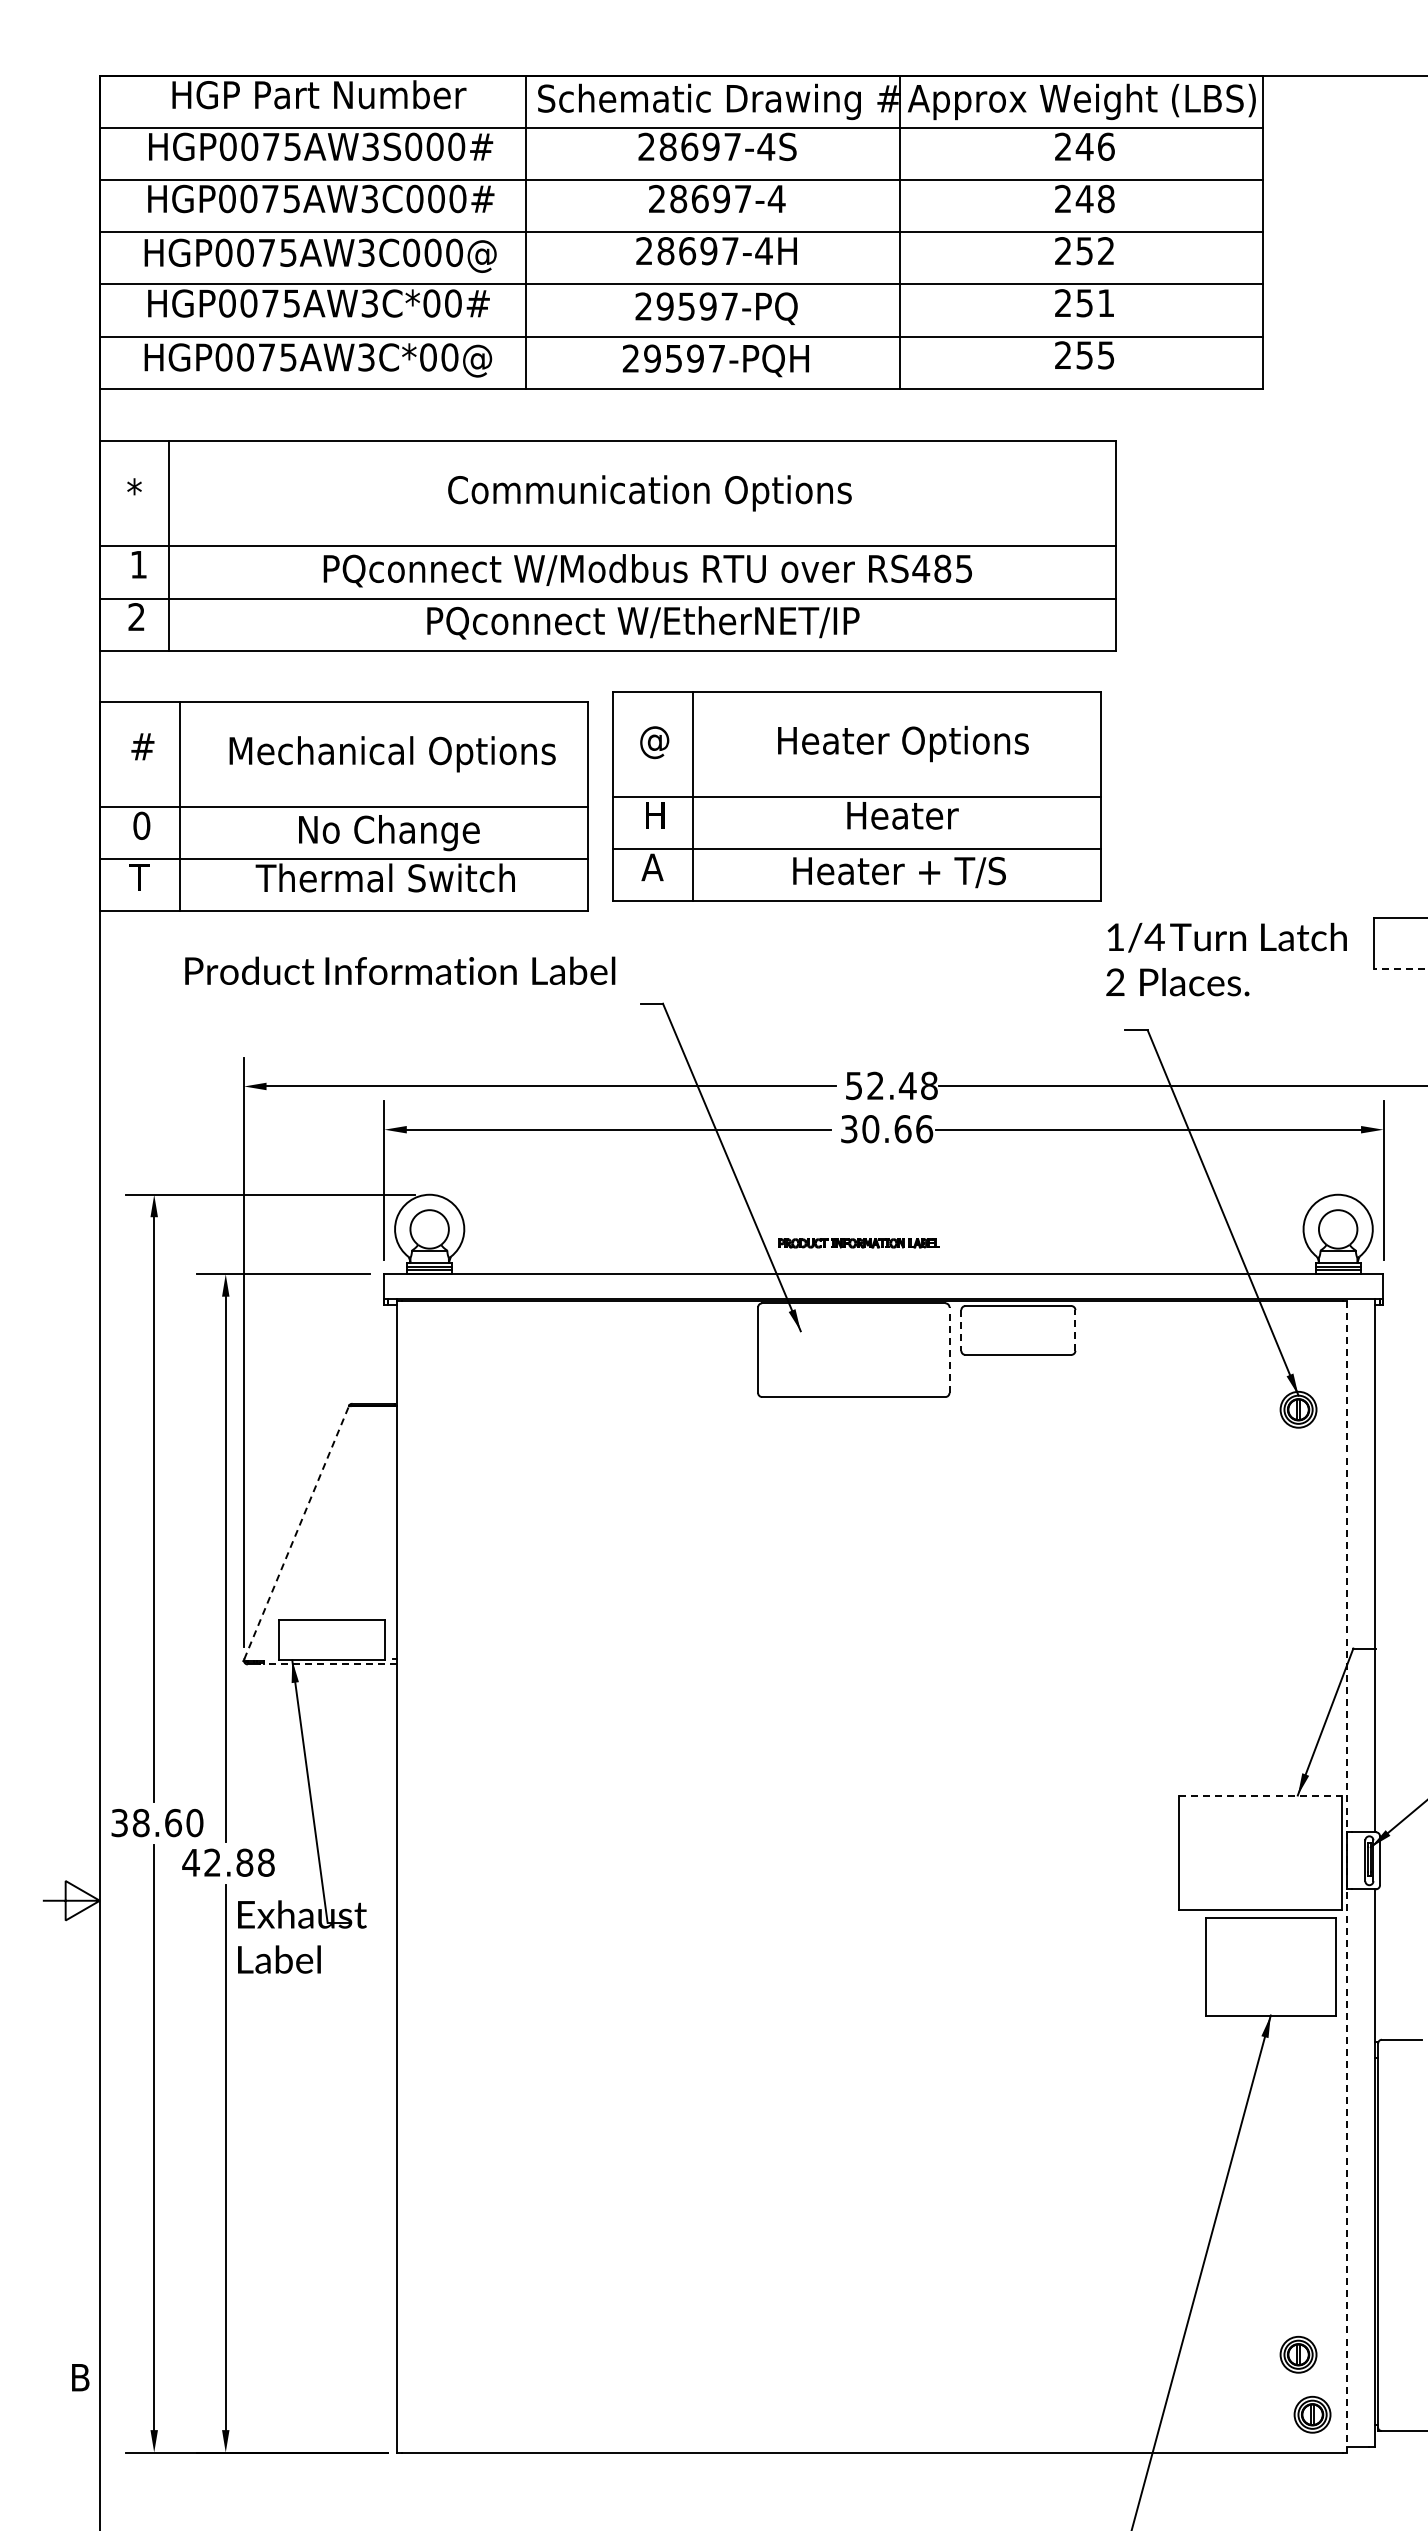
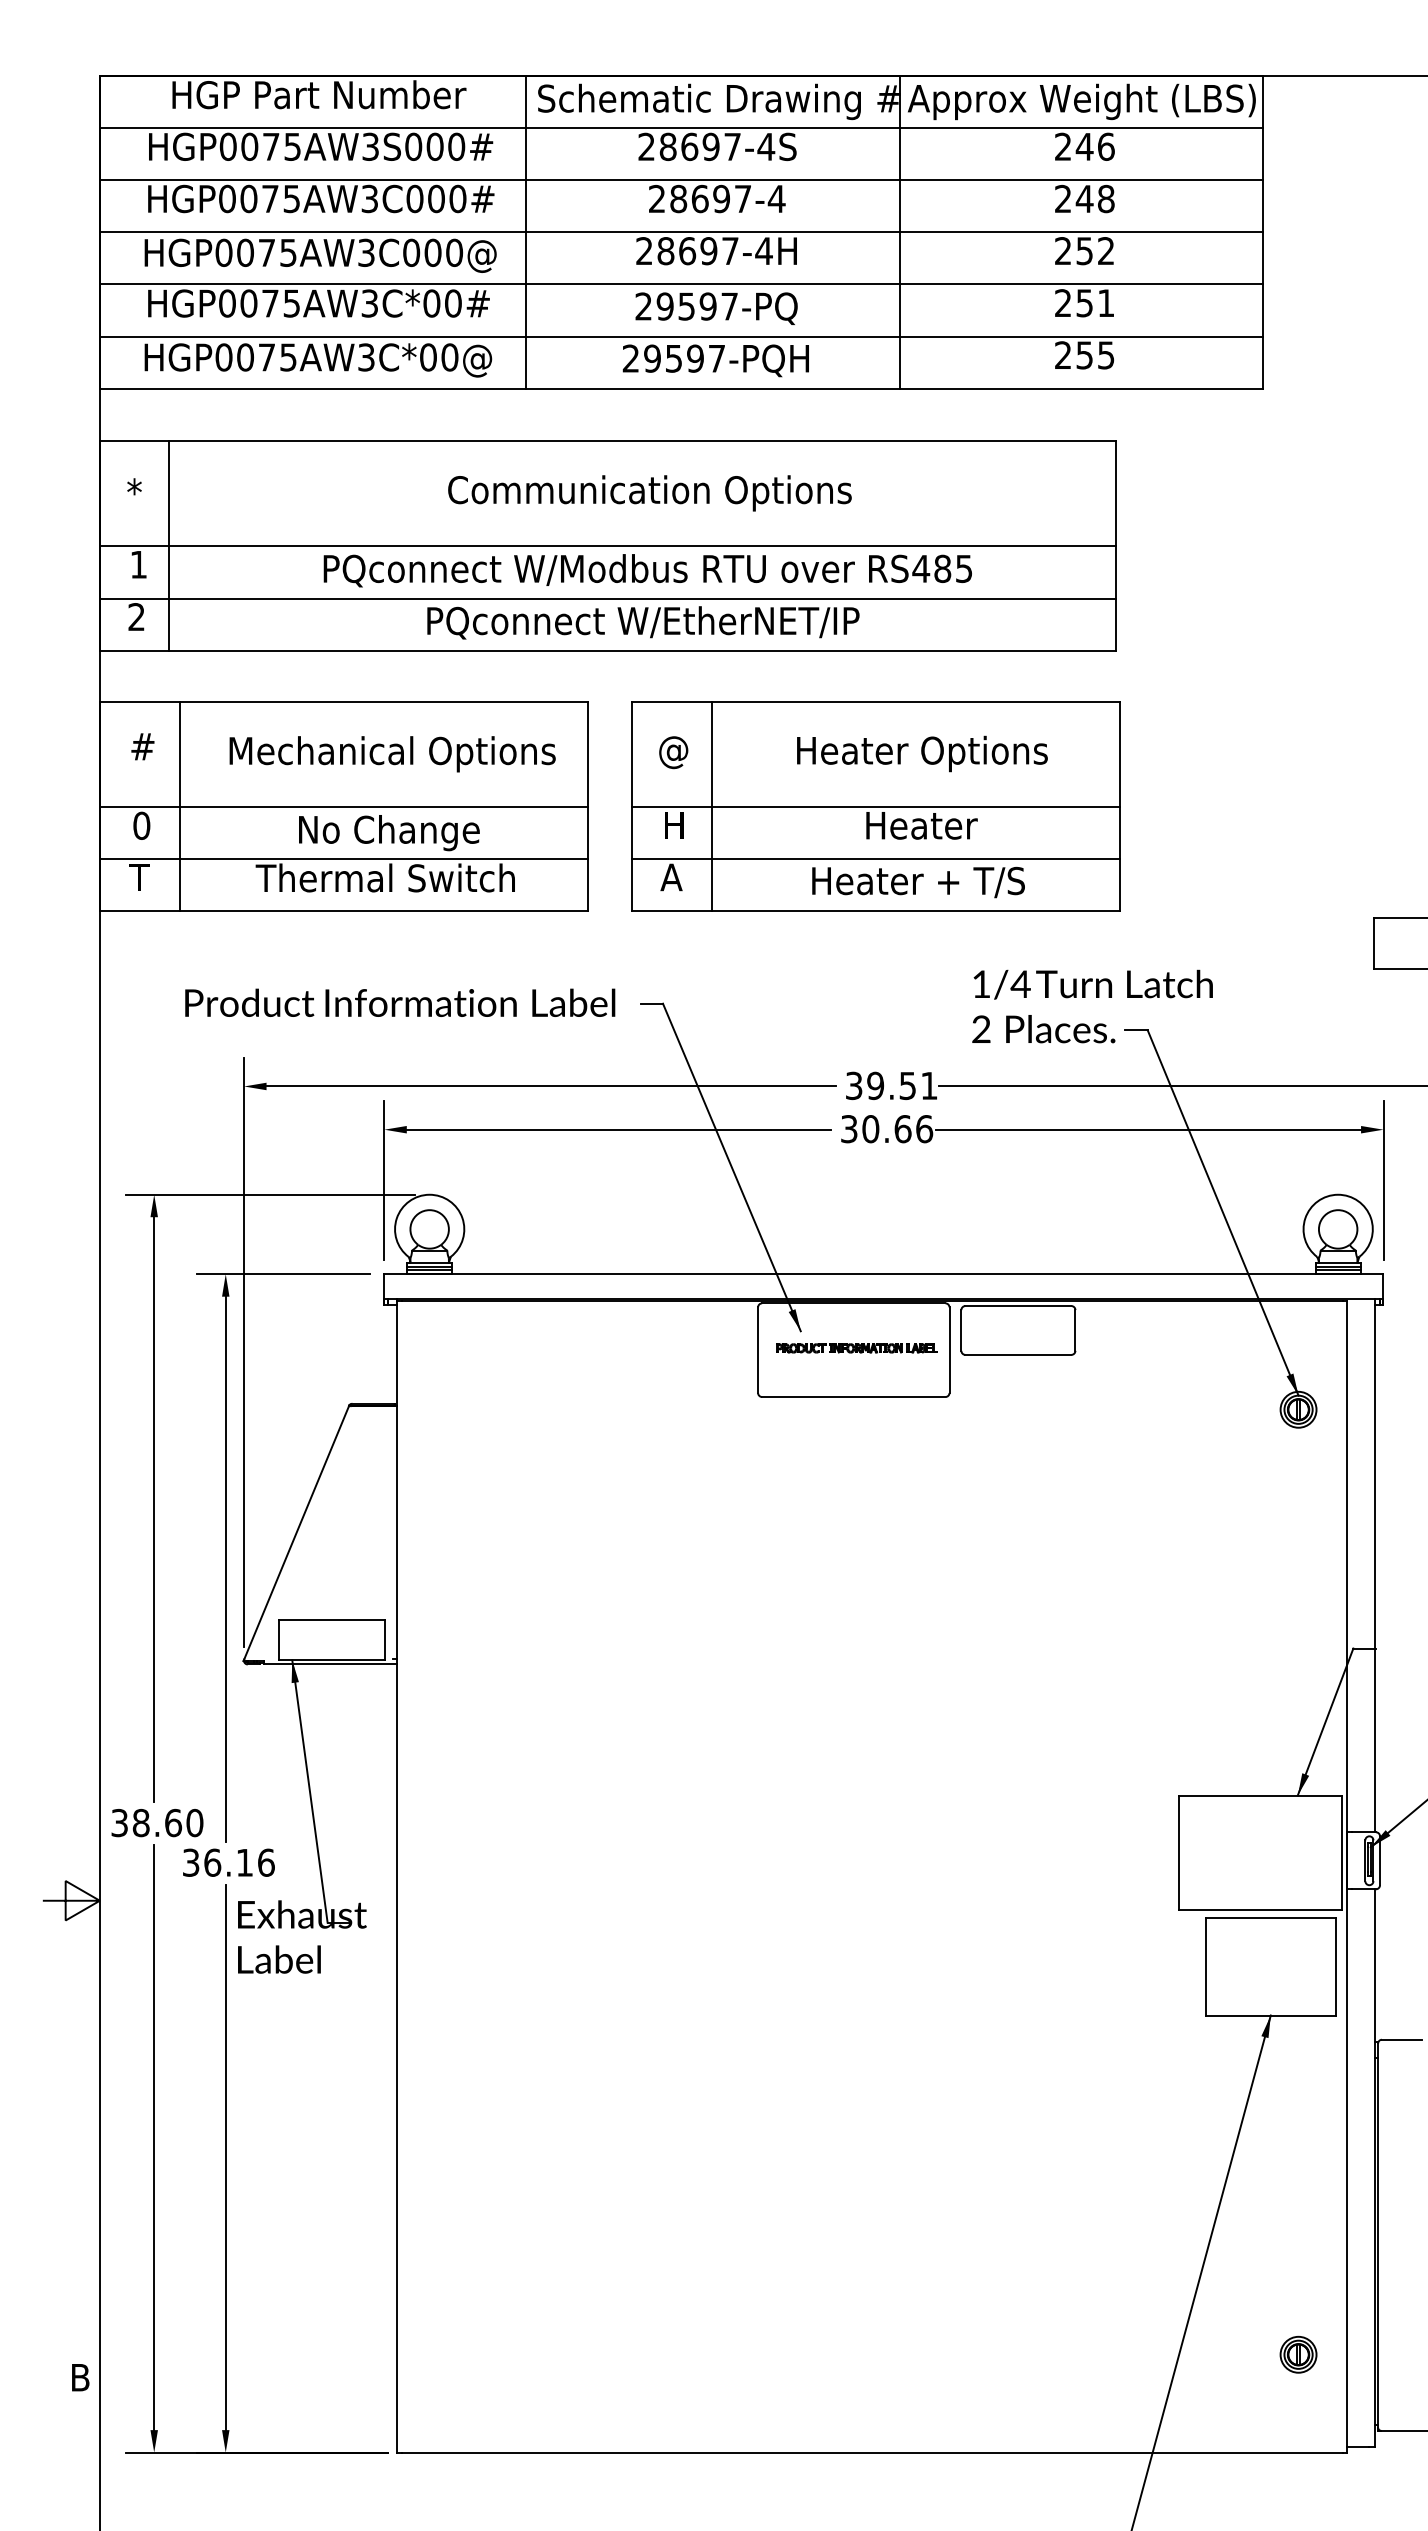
part at (856, 796) position: (856, 796) -> (875, 806)
text at (1226, 959) position: (1226, 959) -> (1092, 1006)
line at (1400, 968): dashed -> solid
text at (400, 970) position: (400, 970) -> (400, 1002)
text at (891, 1085): 52.48 -> 39.51
part at (858, 1243) position: (858, 1243) -> (856, 1348)
line at (1075, 1329): dashed -> solid
line at (961, 1330): dashed -> solid
line at (949, 1350): dashed -> solid
line at (296, 1532): dashed -> solid
line at (330, 1664): dashed -> solid
line at (1260, 1795): dashed -> solid
text at (228, 1862): 42.88 -> 36.16
line at (1347, 1876): dashed -> solid
part at (1312, 2414): present -> none
